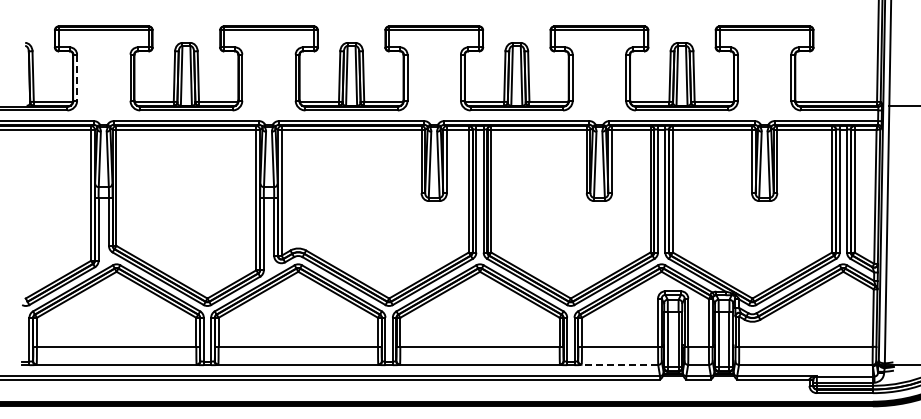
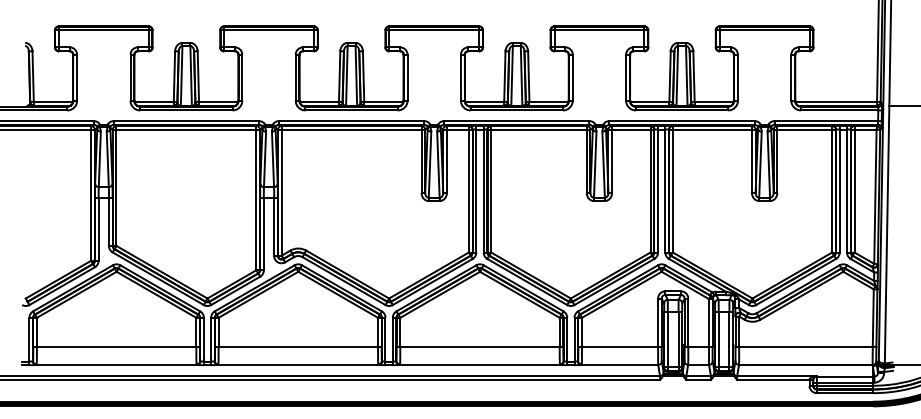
line at (77, 78): dashed -> solid
line at (619, 364): dashed -> solid
